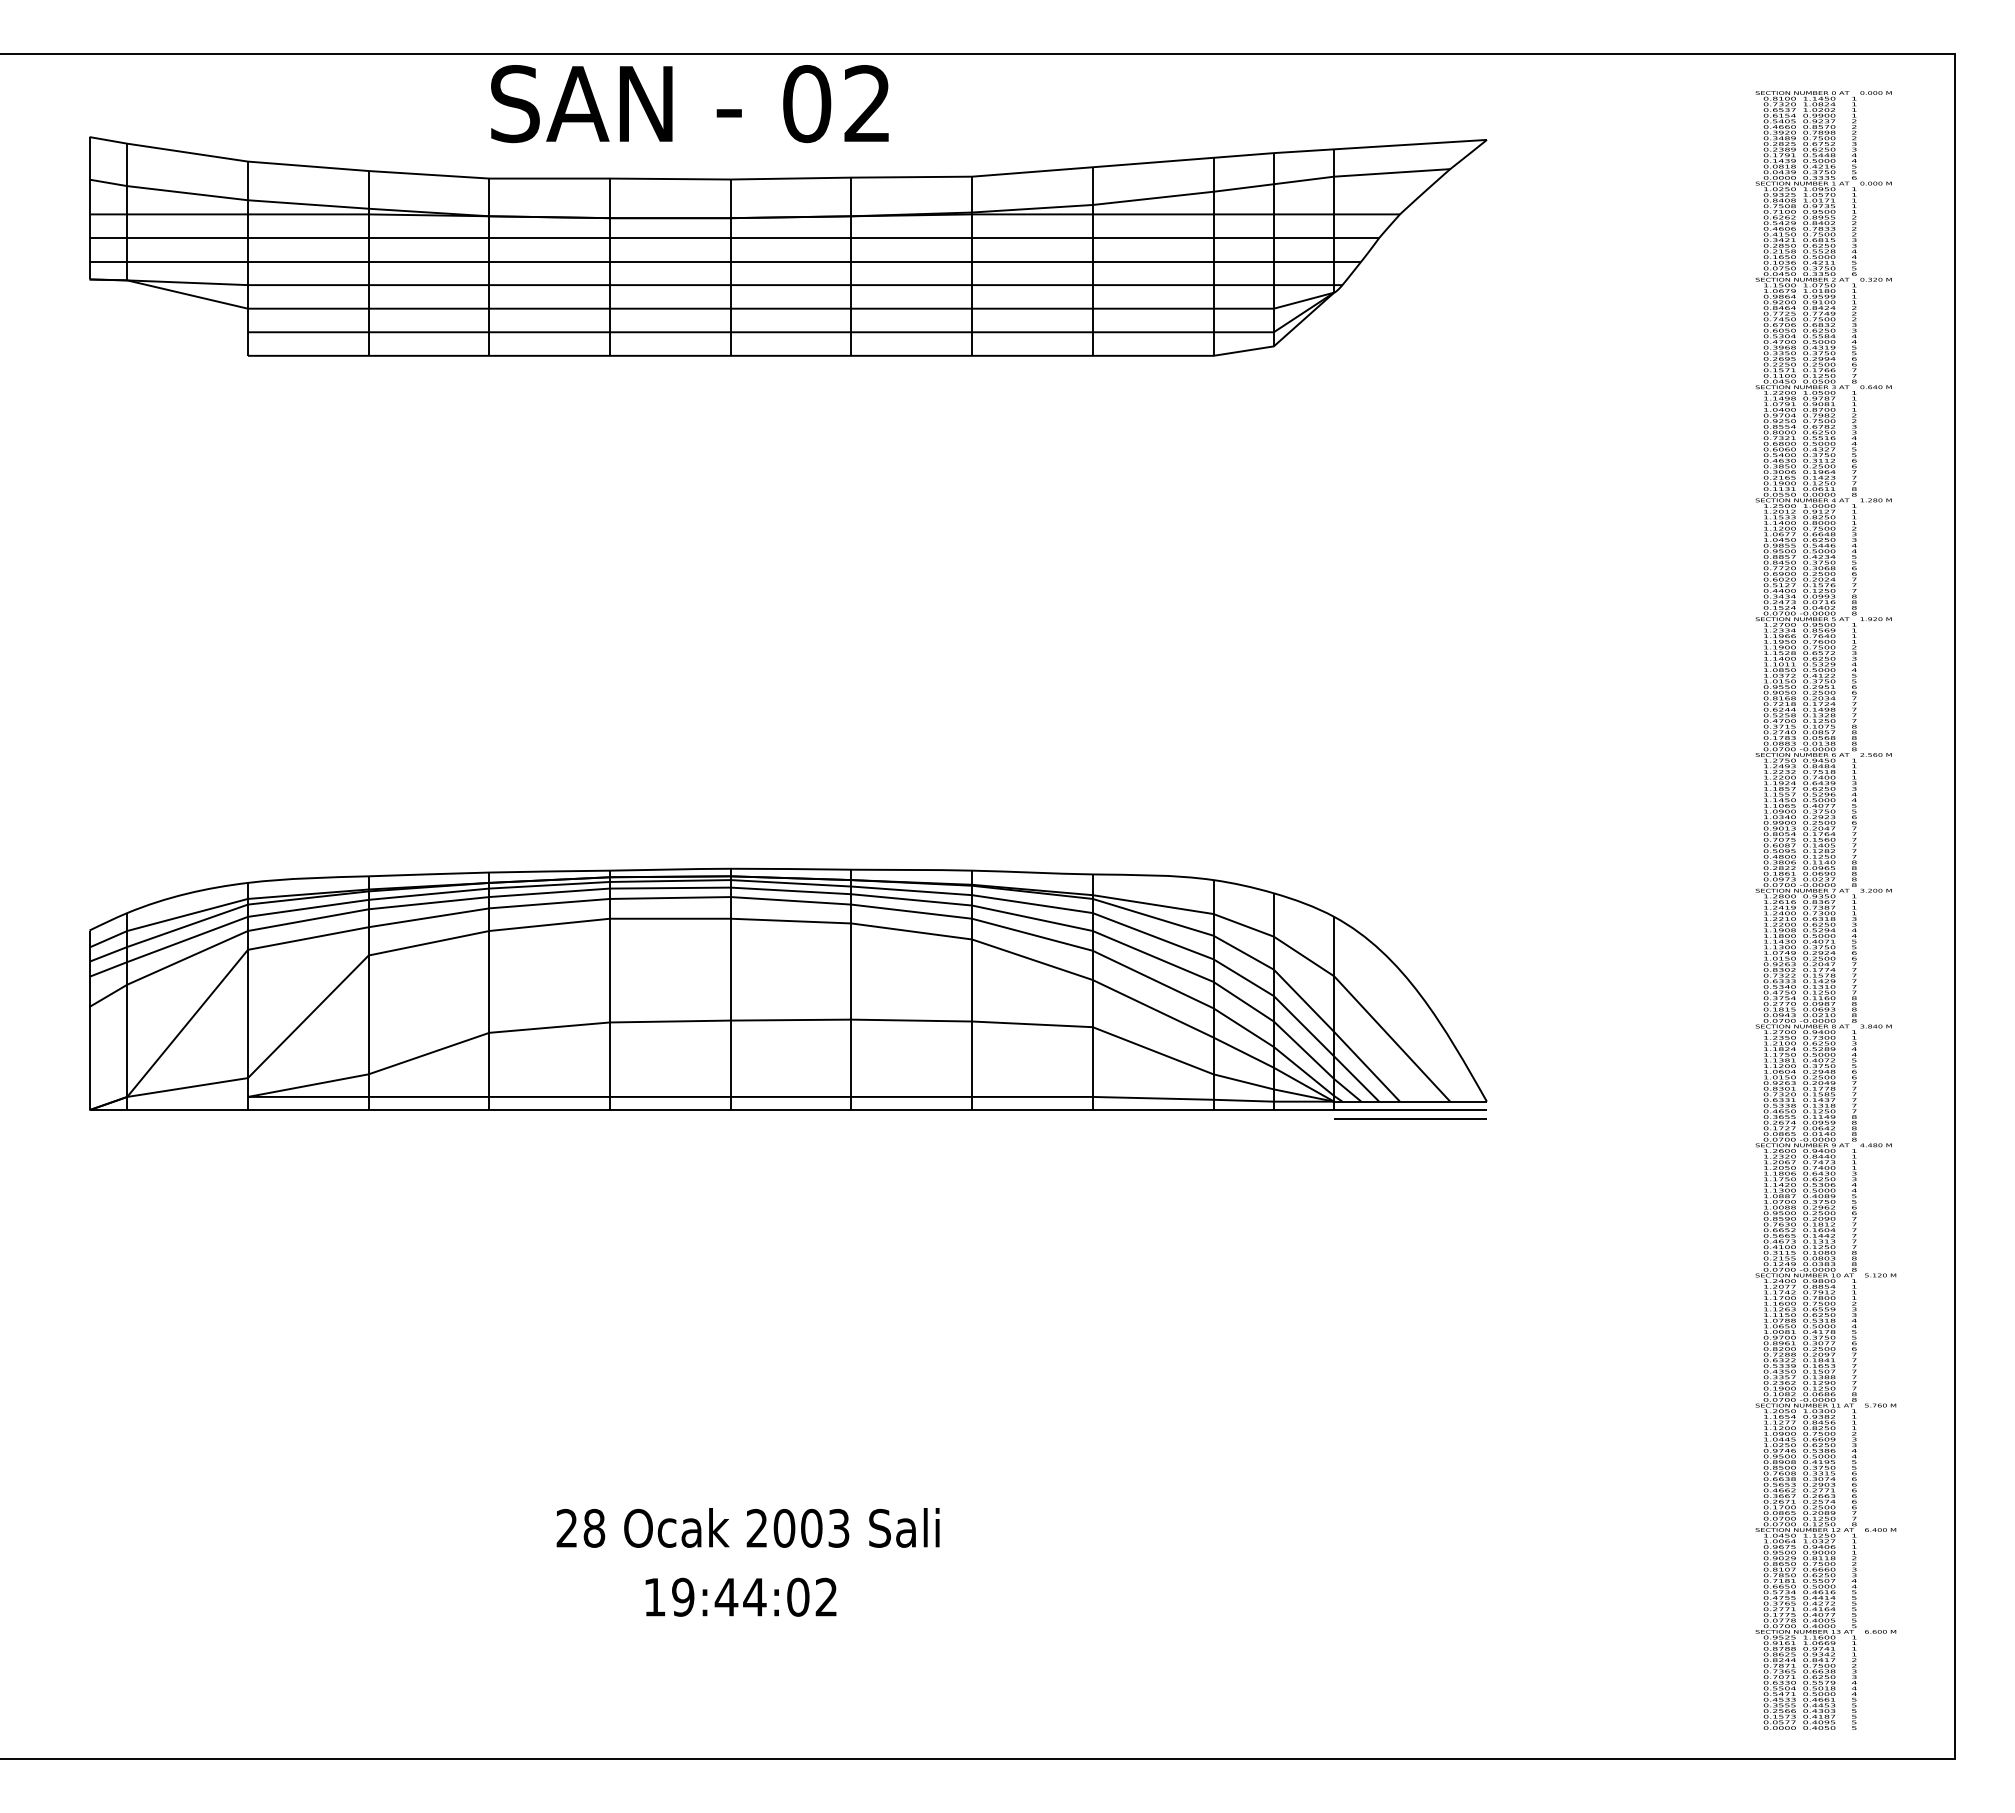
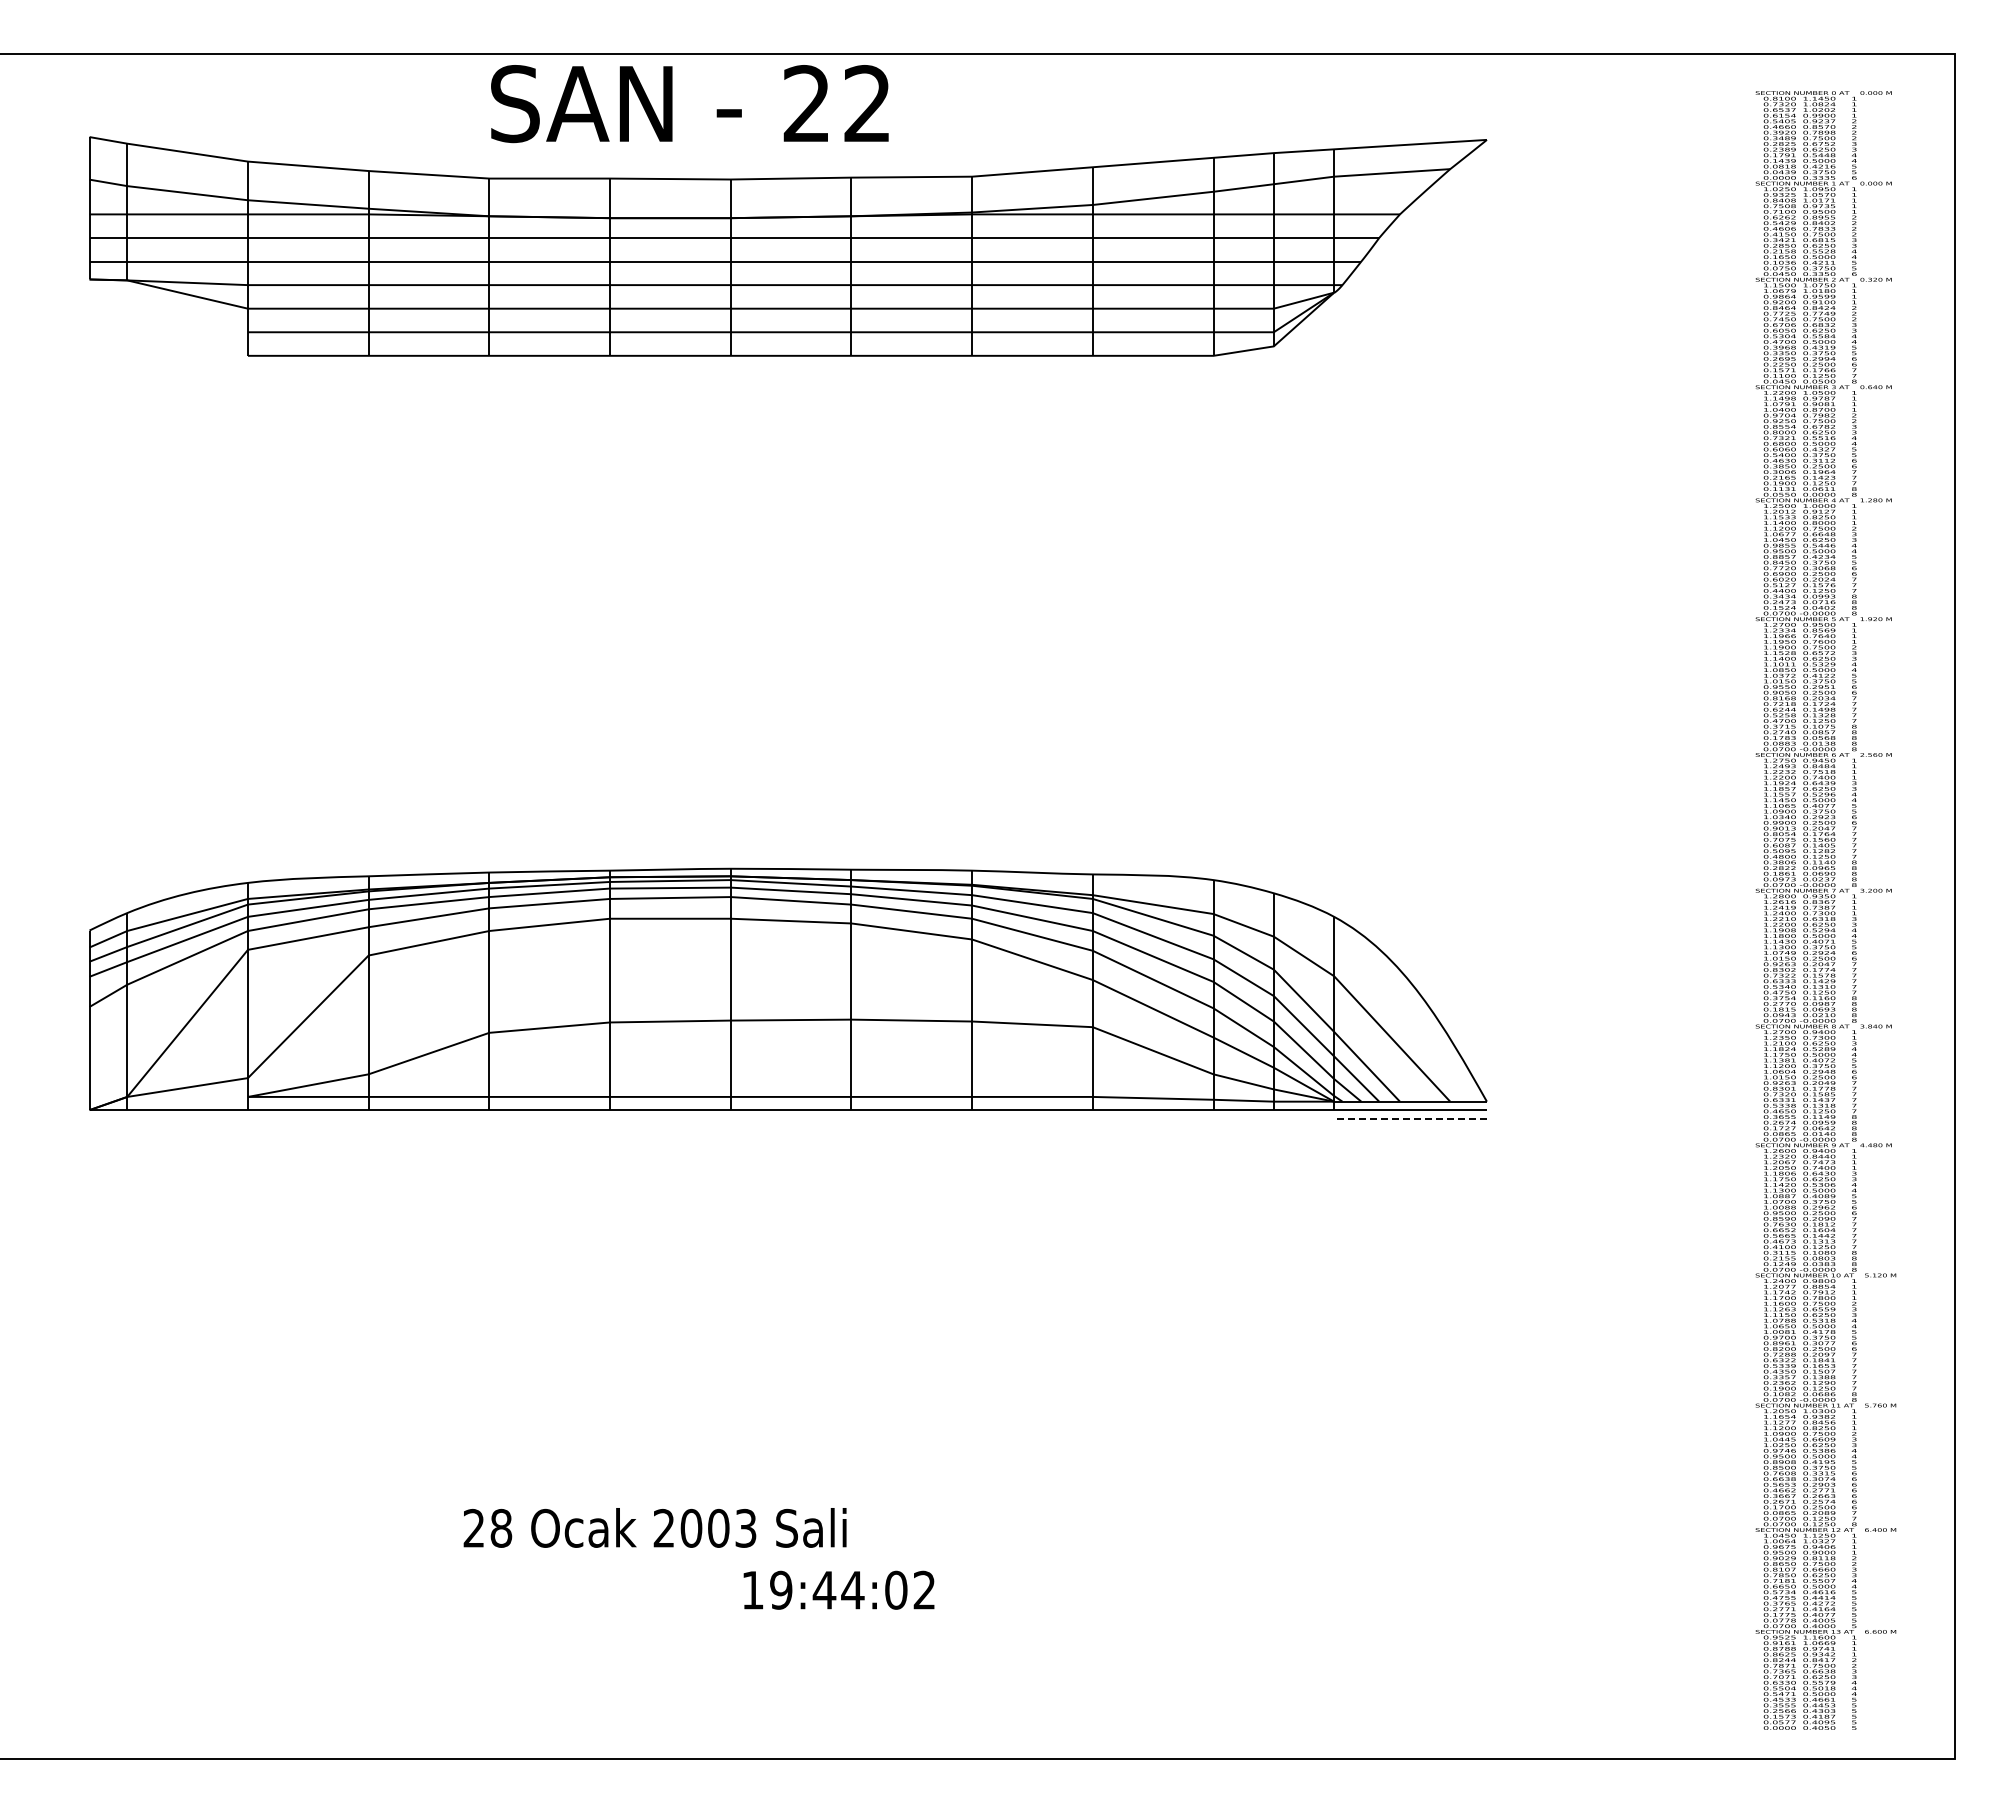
text at (807, 104): 02 -> 22
line at (1410, 1118): solid -> dashed
text at (747, 1527) position: (747, 1527) -> (654, 1527)
text at (740, 1596) position: (740, 1596) -> (838, 1589)
